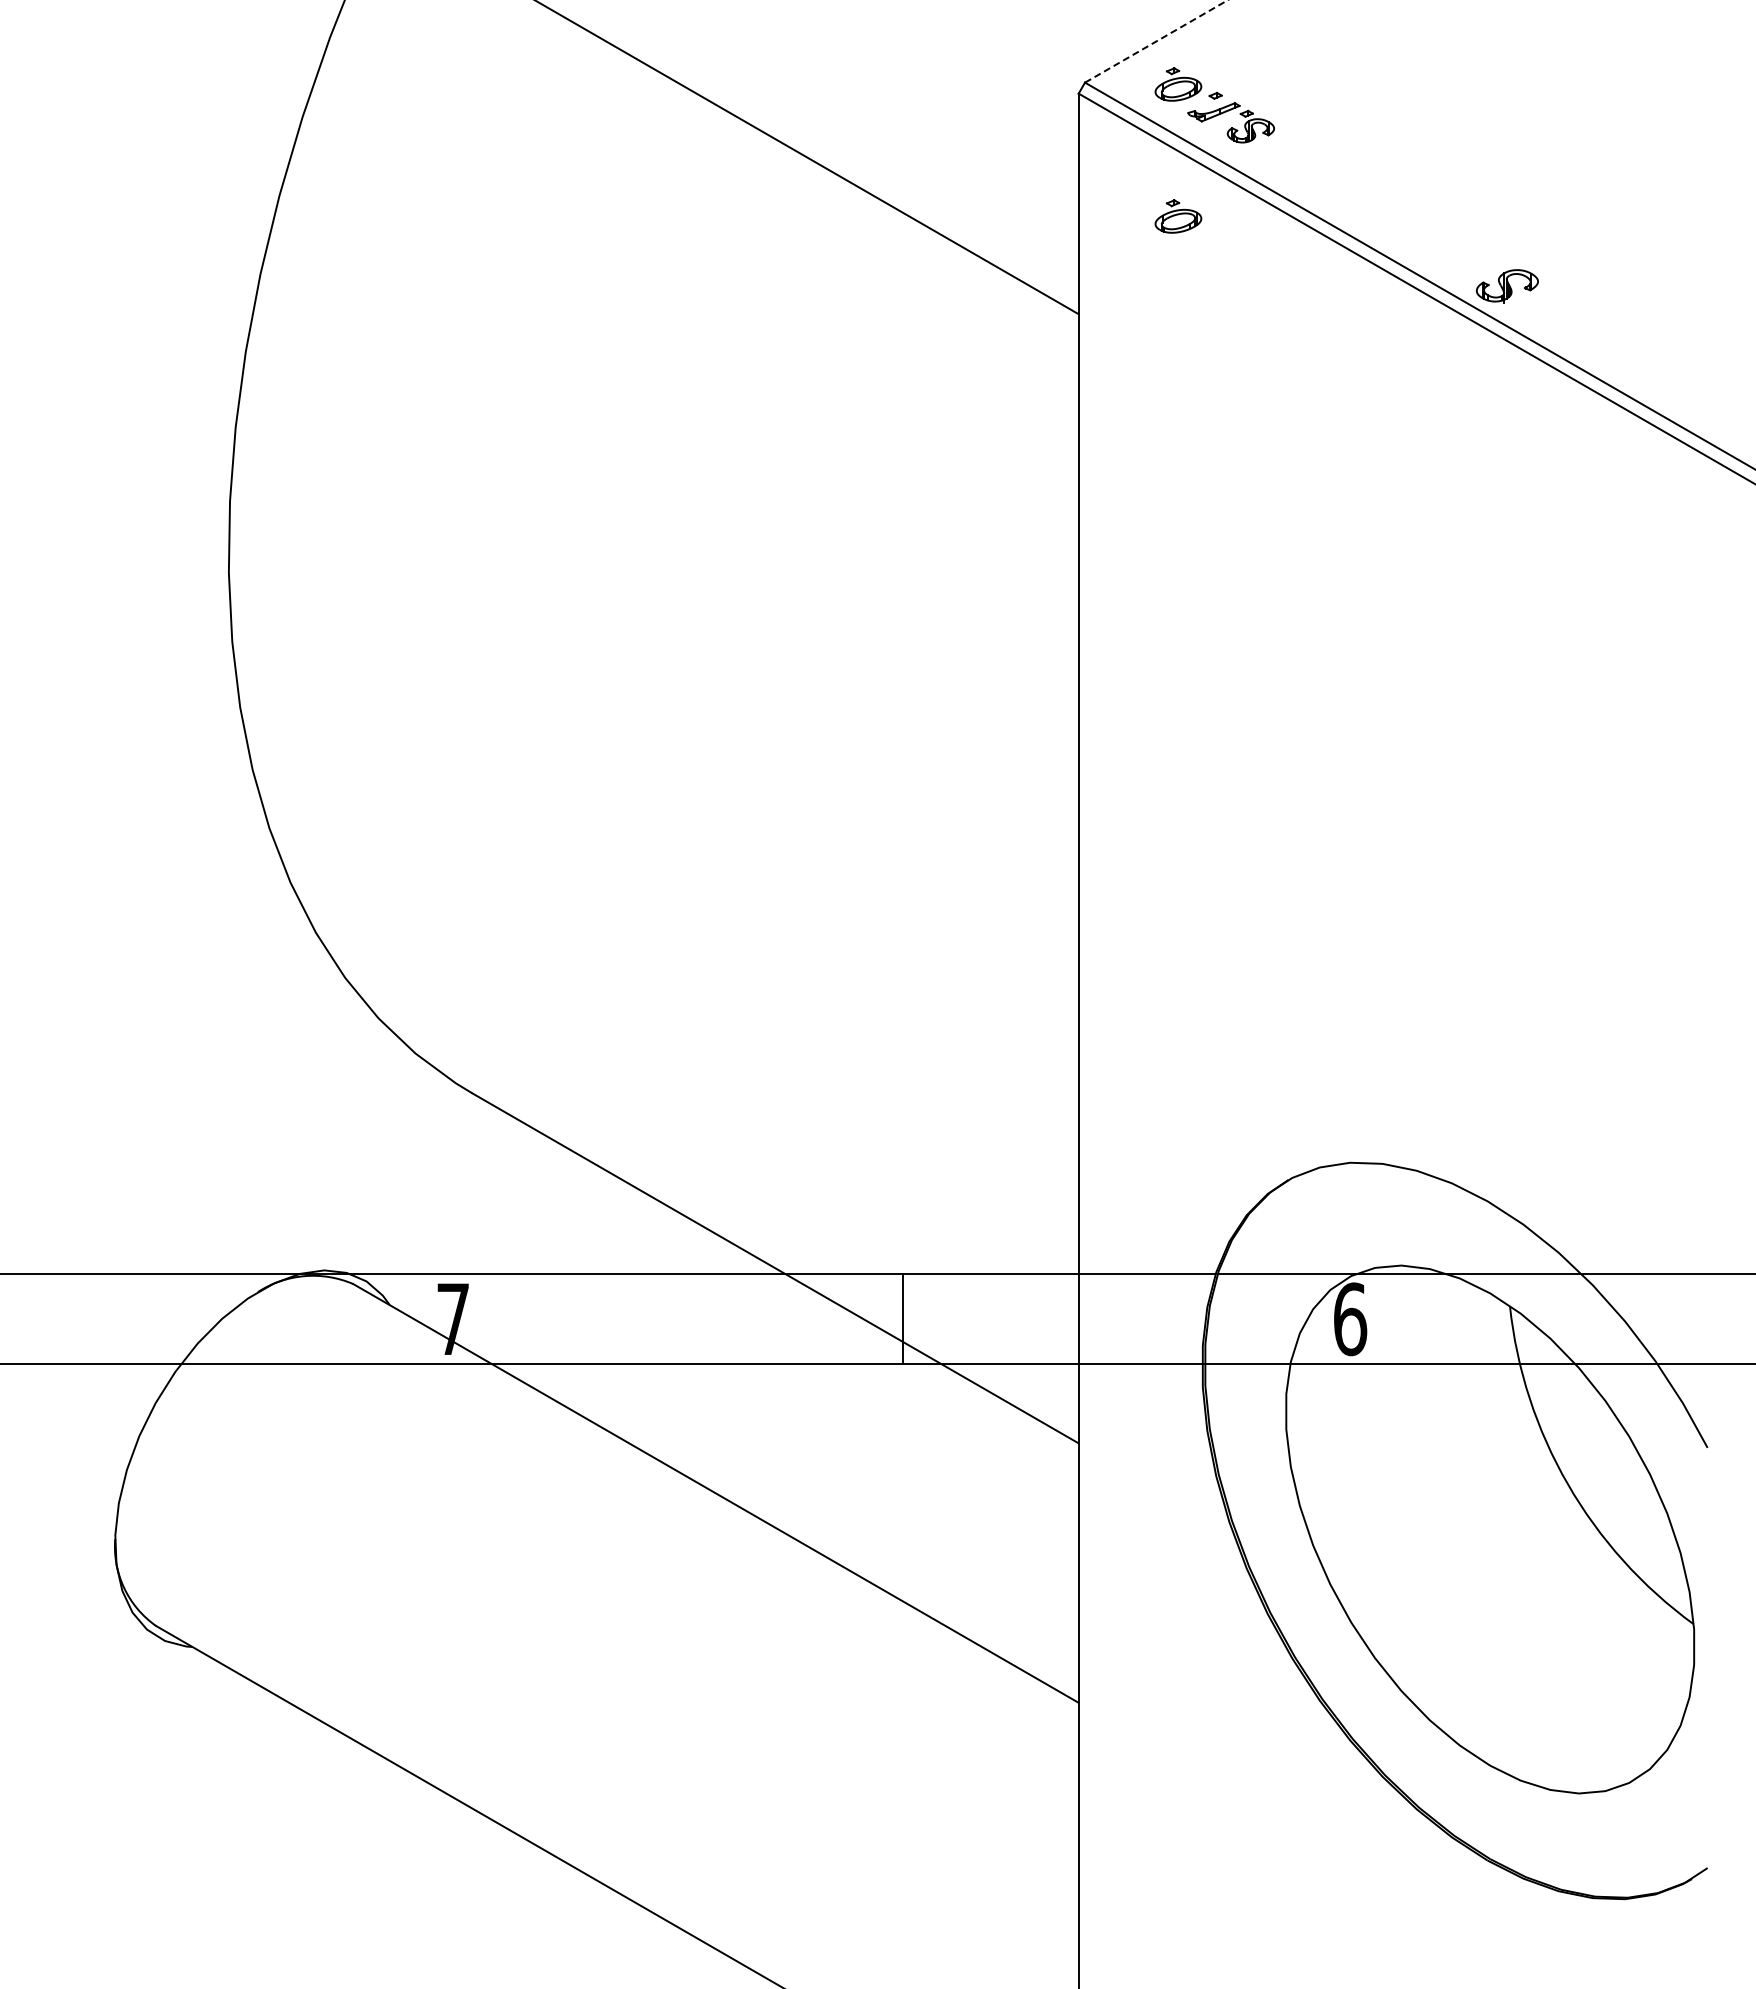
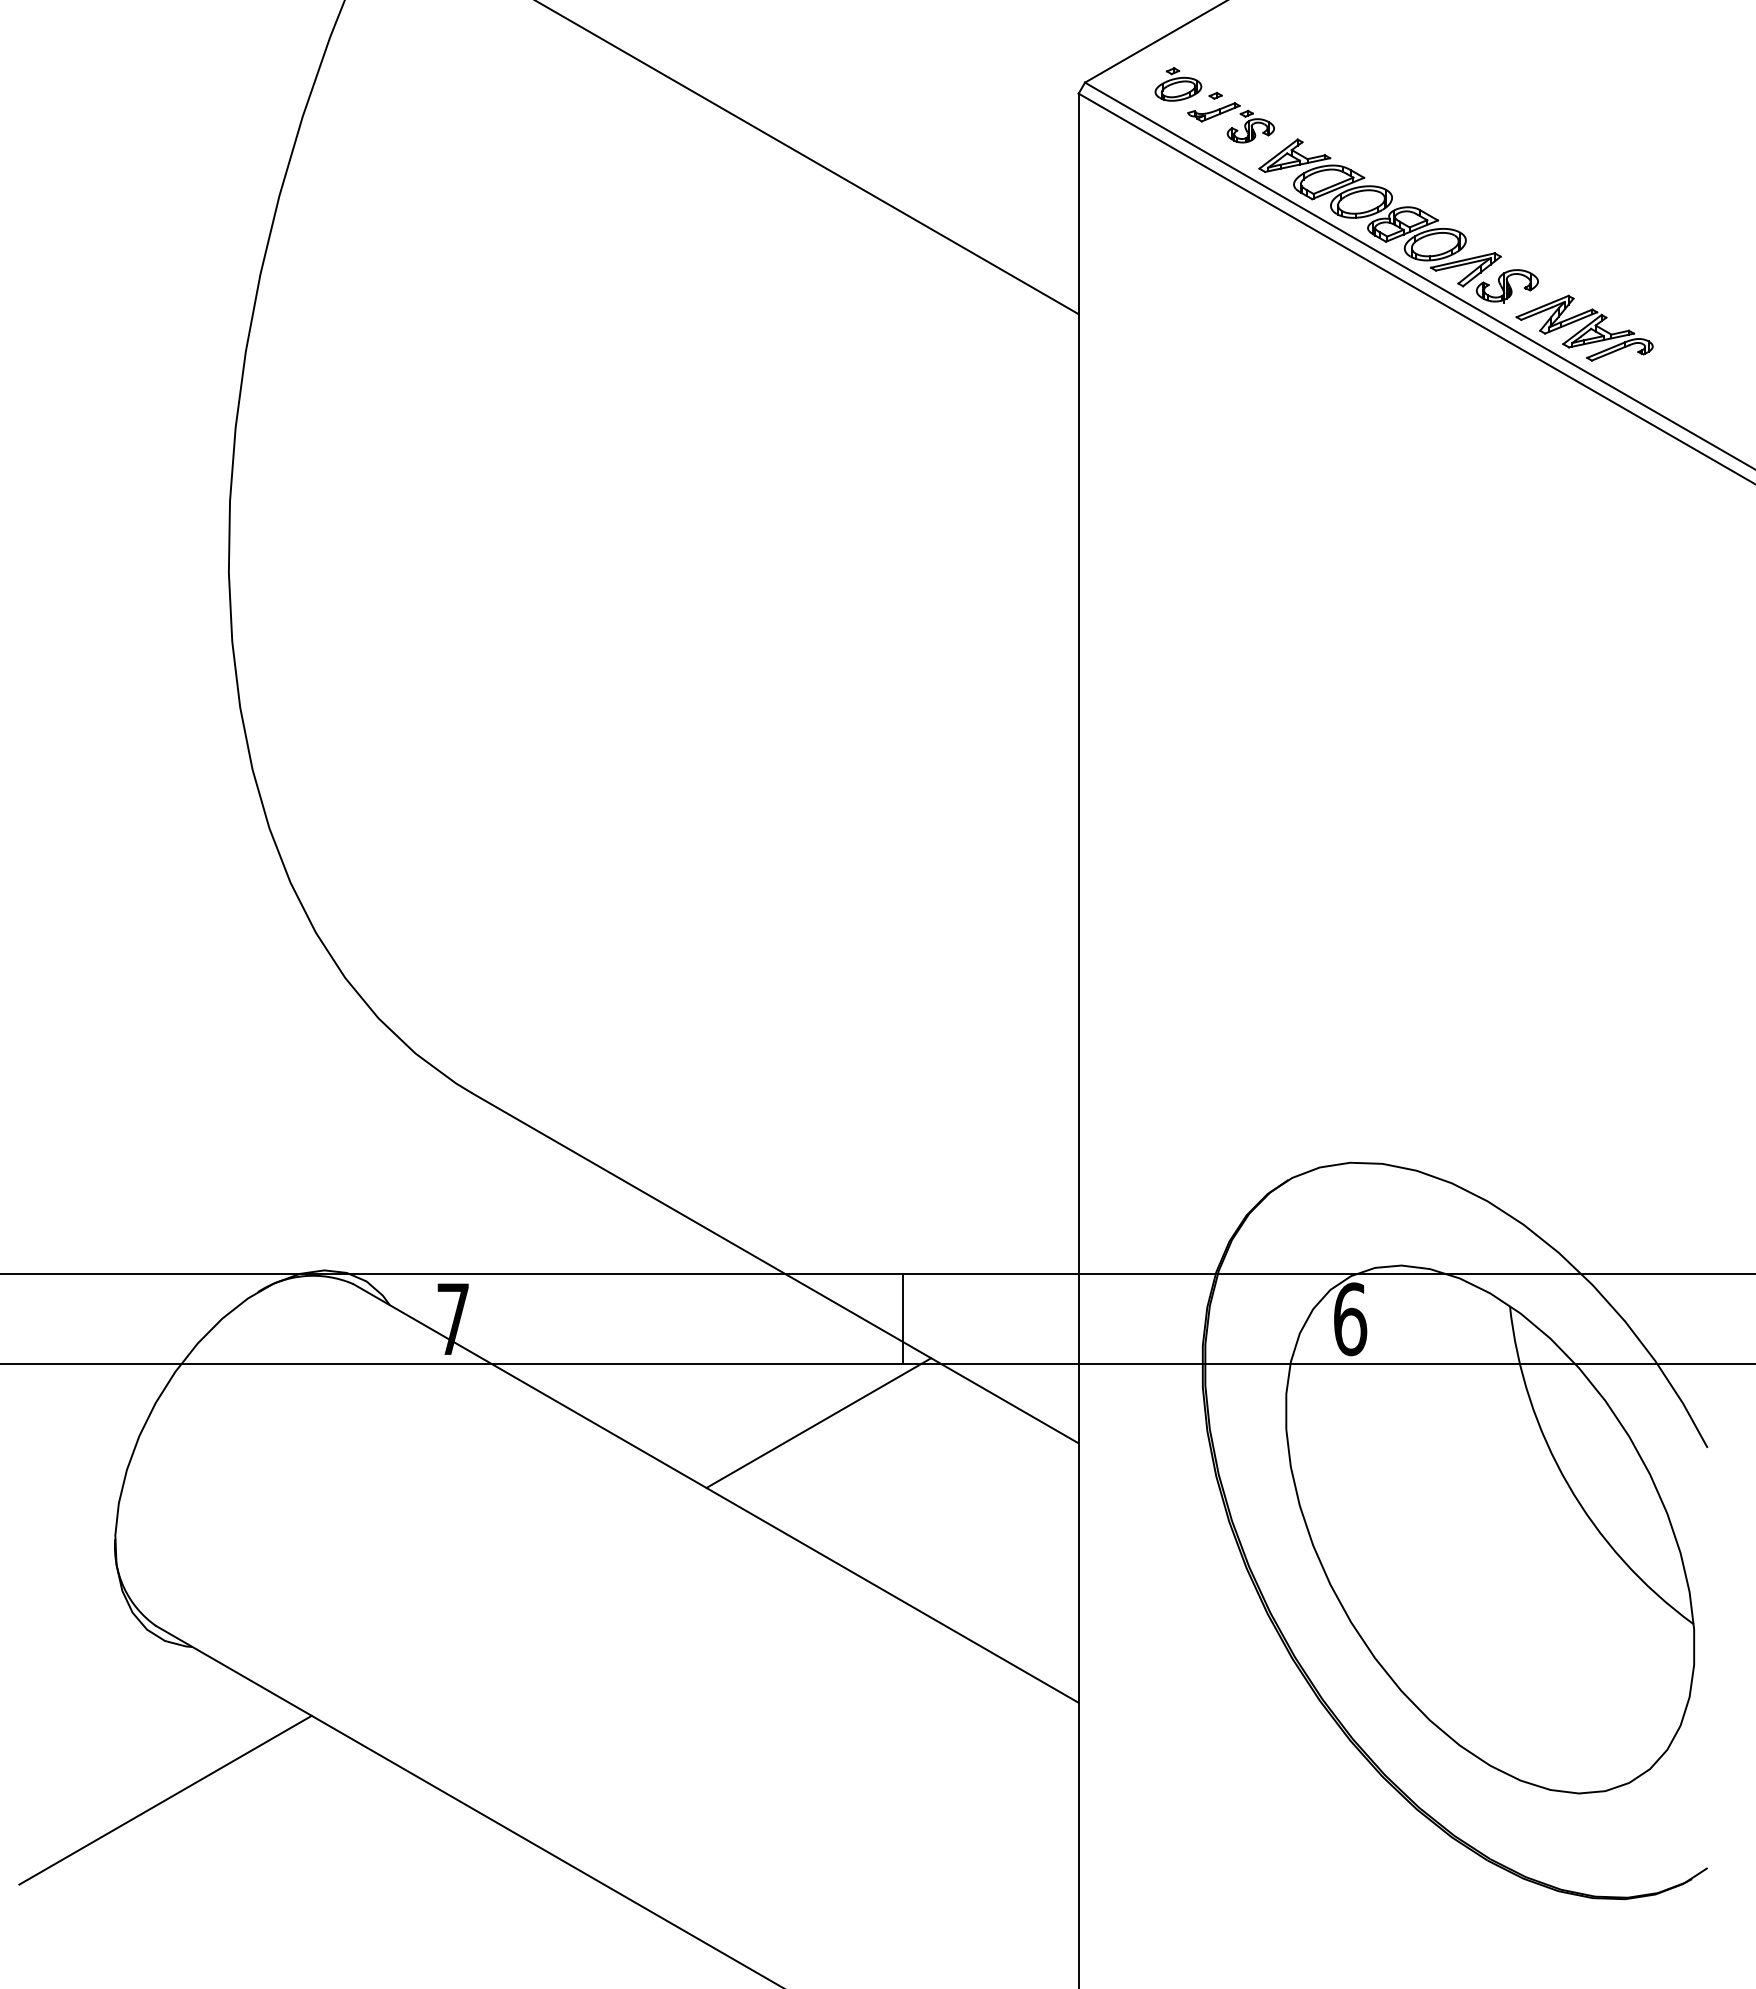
line at (1156, 41): dashed -> solid
part at (1379, 212): none -> present
part at (1178, 216): present -> none
part at (1584, 327): none -> present
line at (818, 1422): none -> present
line at (165, 1799): none -> present
